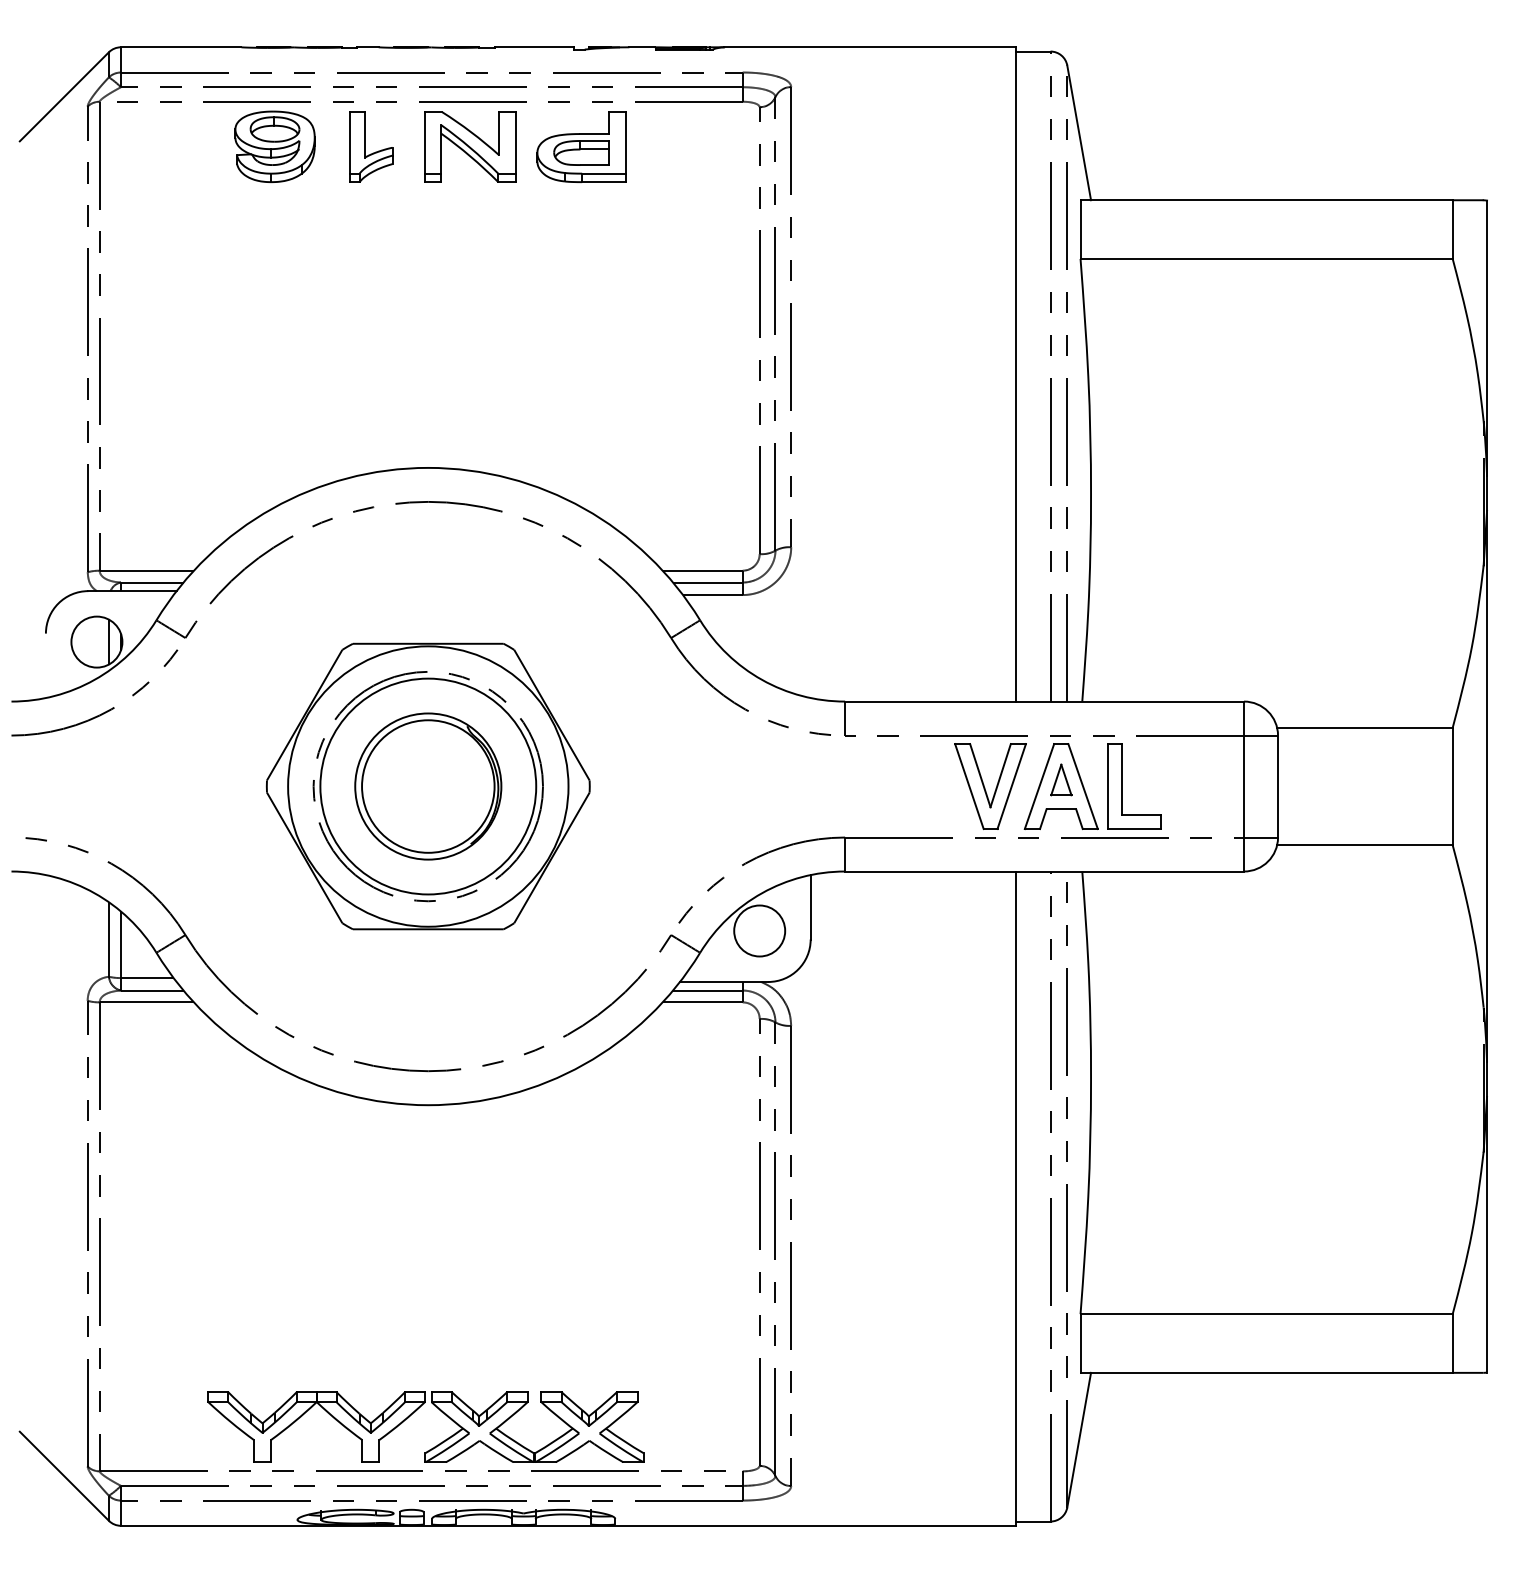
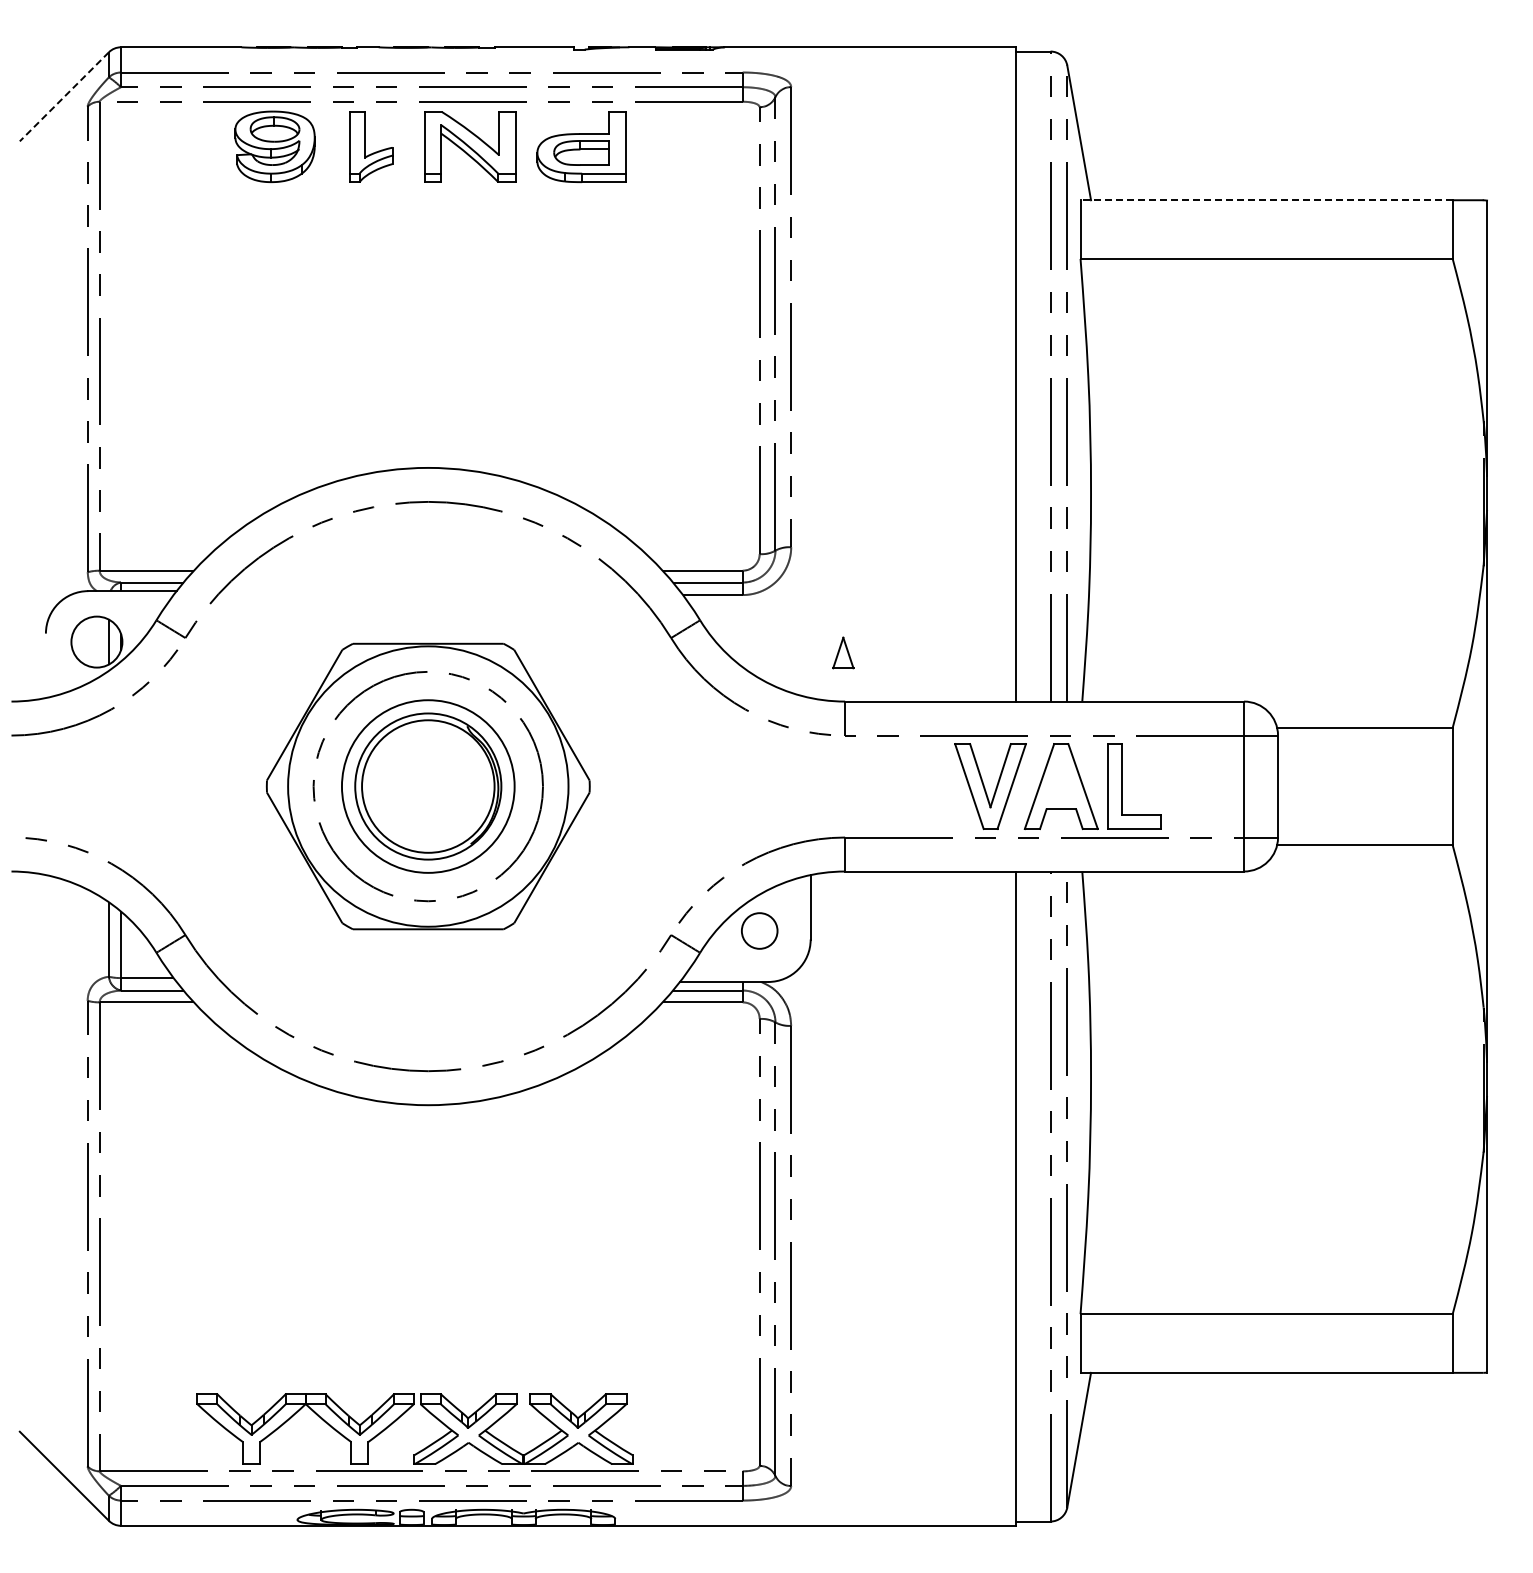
line at (64, 96): solid -> dashed
line at (1266, 200): solid -> dashed
part at (1061, 779) position: (1061, 779) -> (843, 652)
circle at (428, 786) diameter: 216 px -> 173 px
circle at (759, 930) diameter: 51 px -> 36 px
part at (415, 1412) position: (415, 1412) -> (404, 1414)
